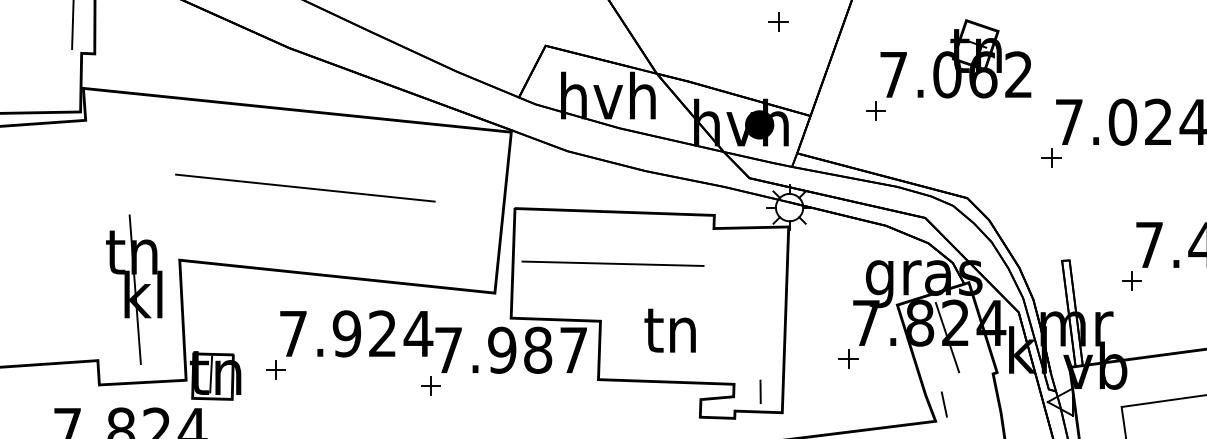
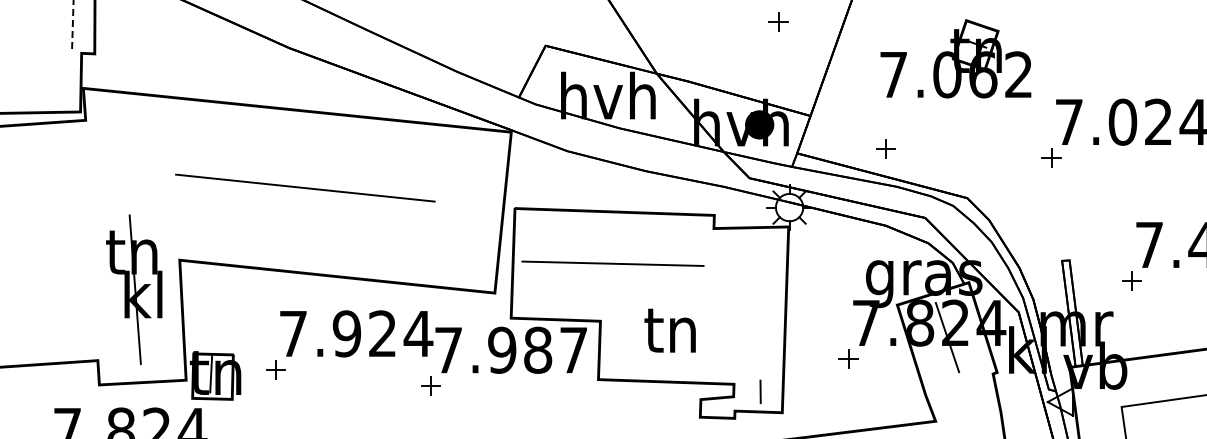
line at (72, 24): solid -> dashed
part at (875, 110) position: (875, 110) -> (885, 148)
line at (943, 404): present -> none
